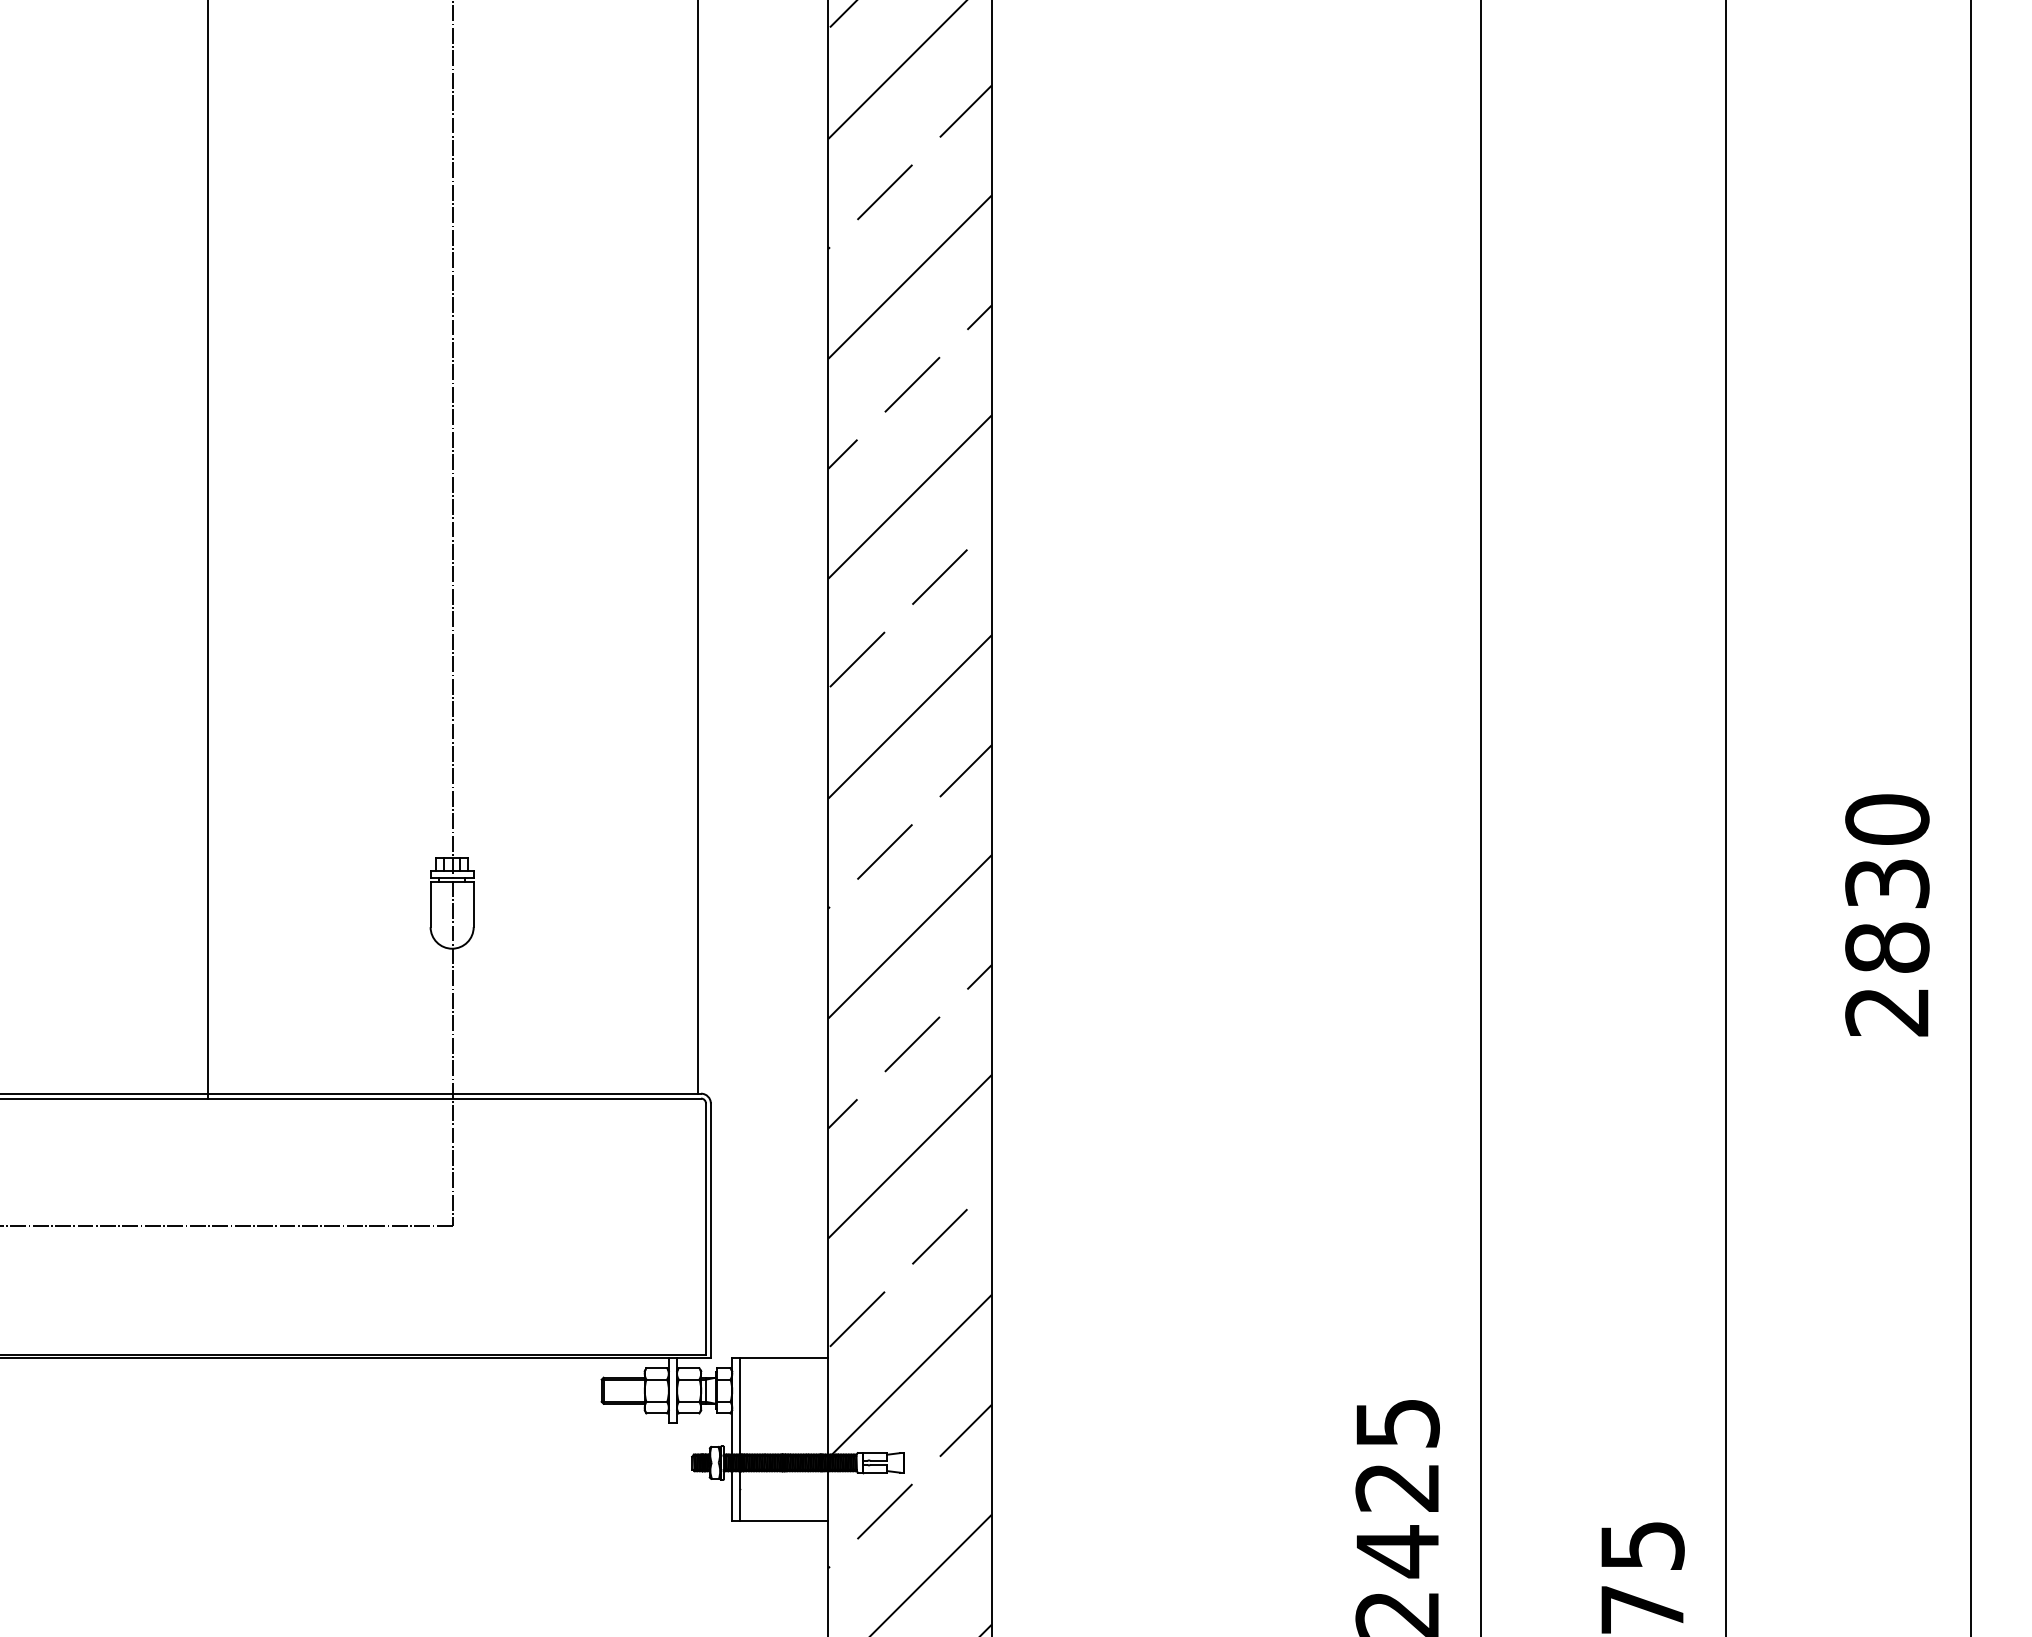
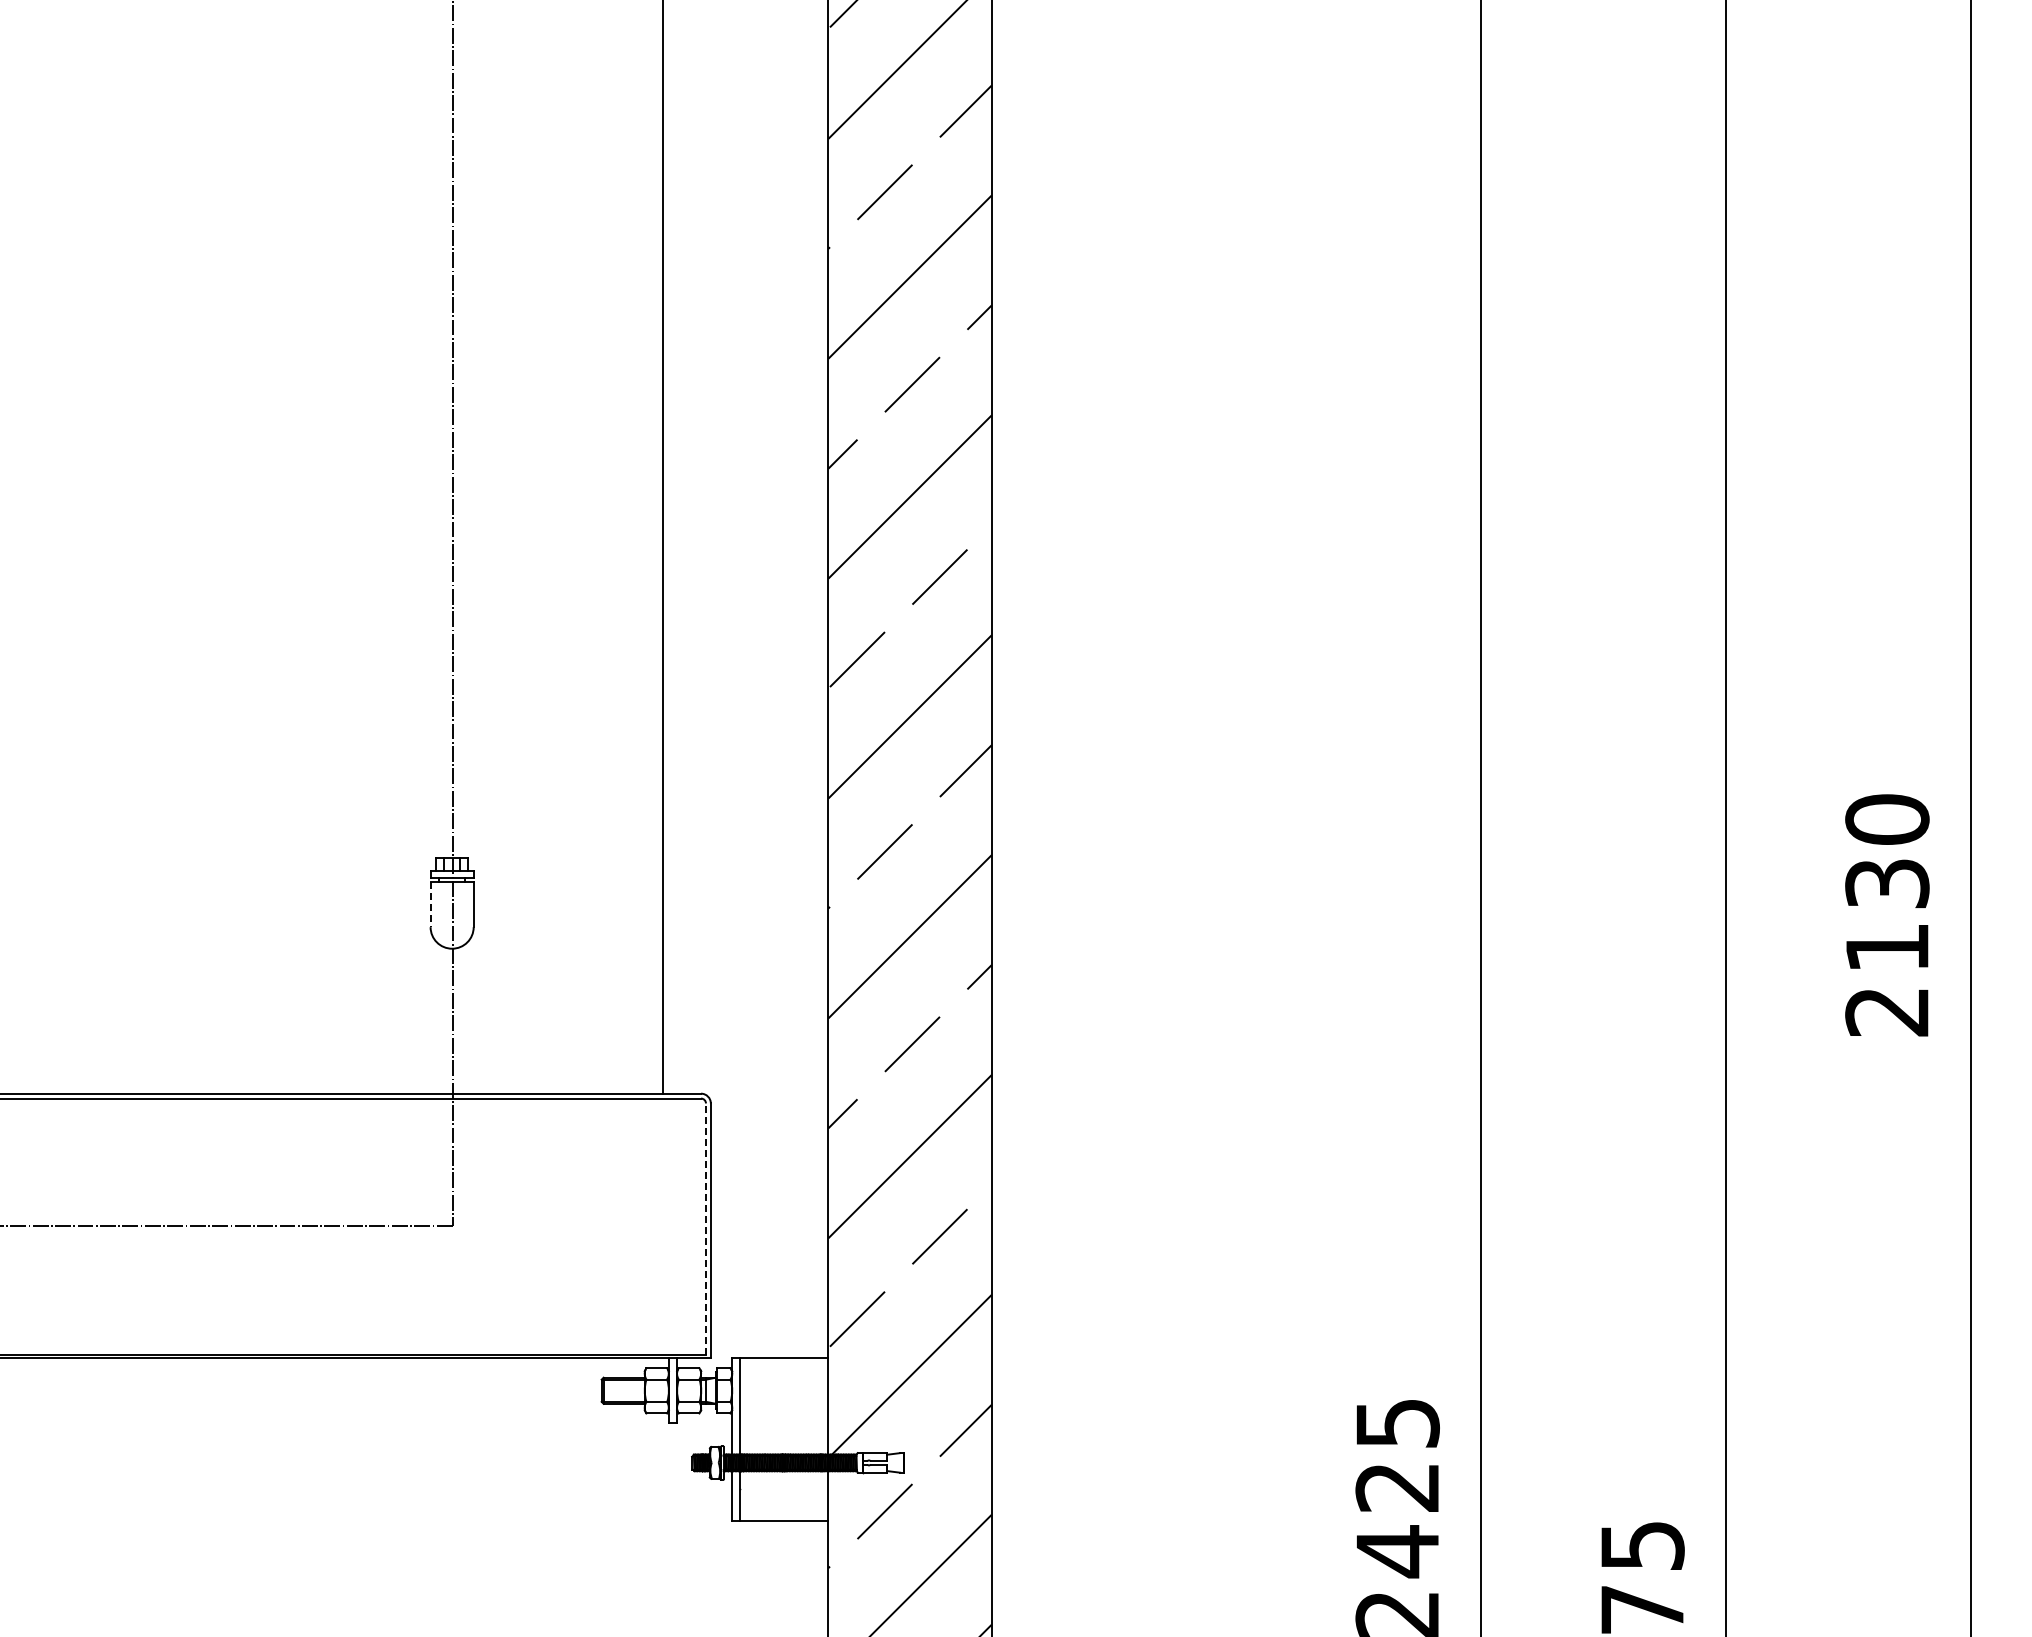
line at (697, 547) position: (697, 547) -> (662, 547)
line at (208, 550): present -> none
line at (430, 905): solid -> dashed
text at (1887, 947): 2830 -> 2130
line at (705, 1229): solid -> dashed
